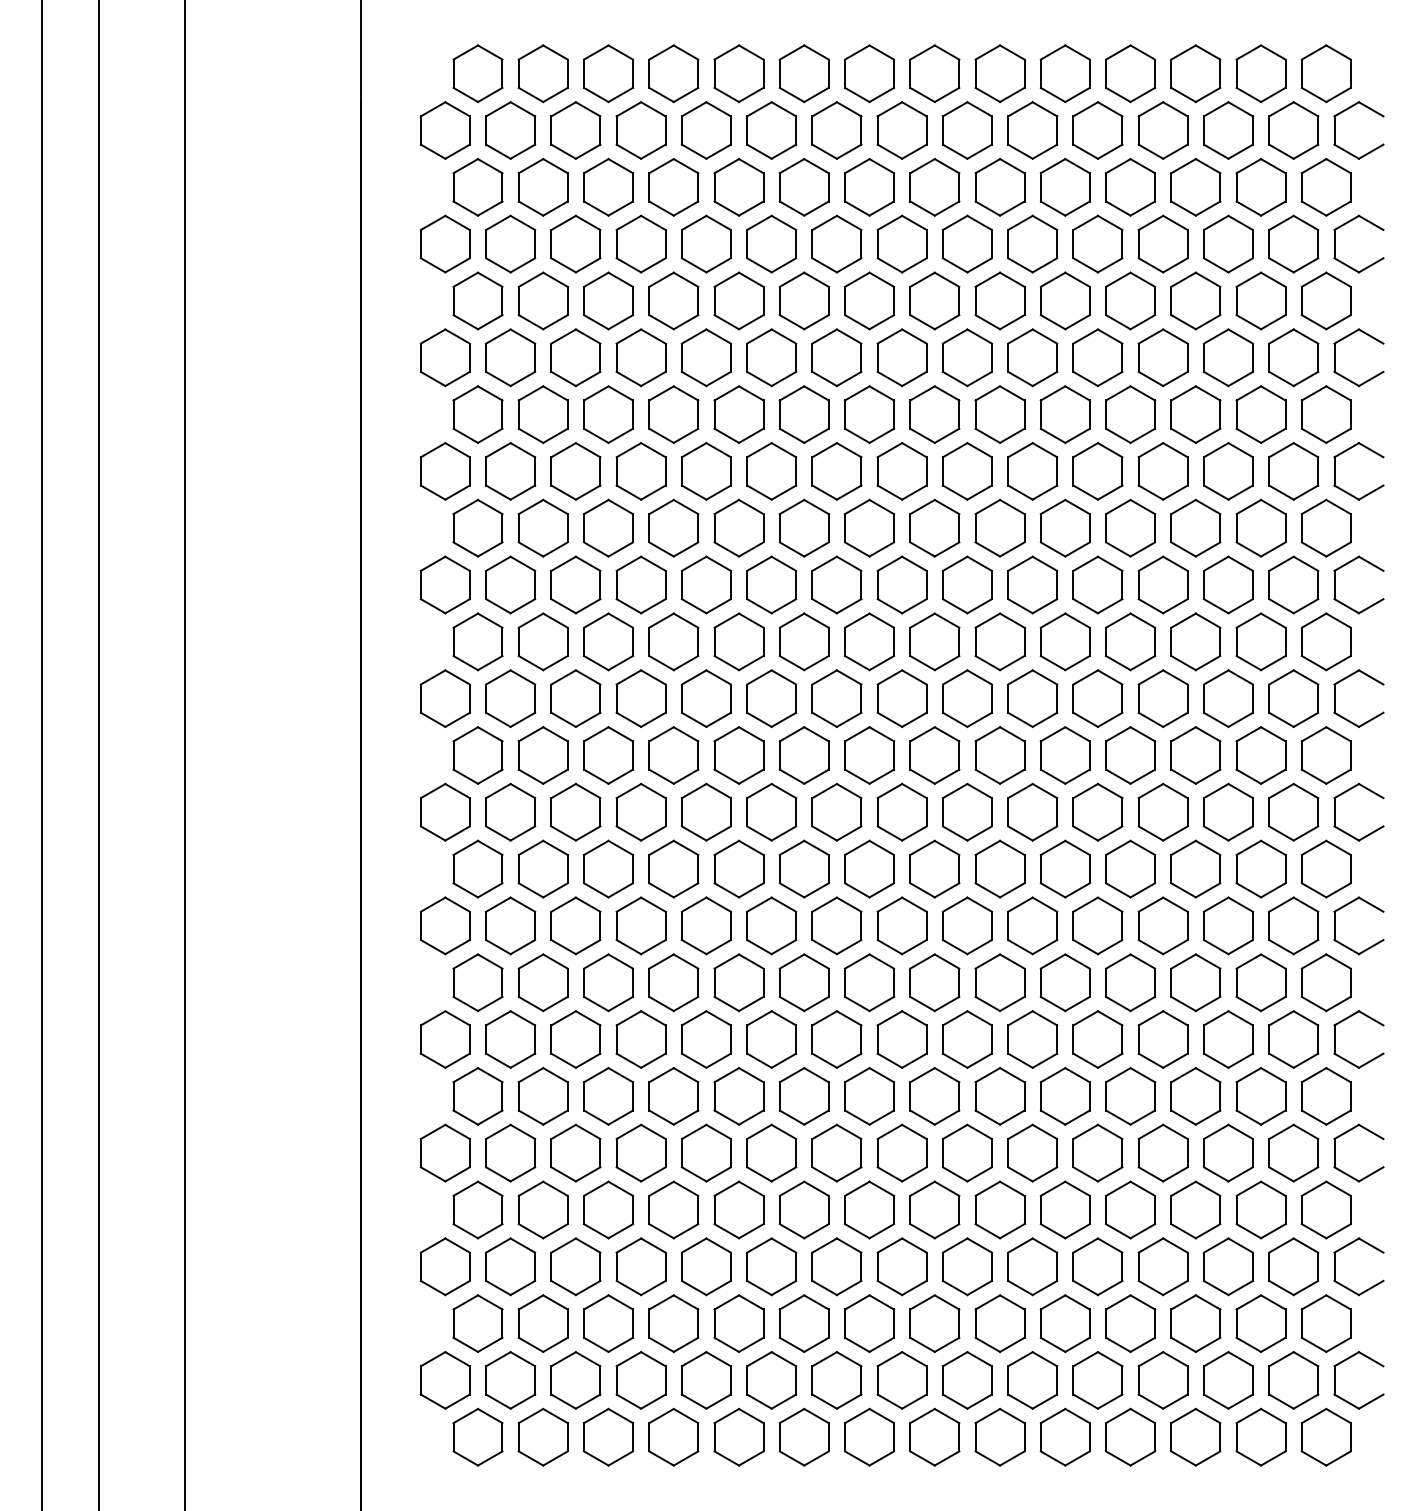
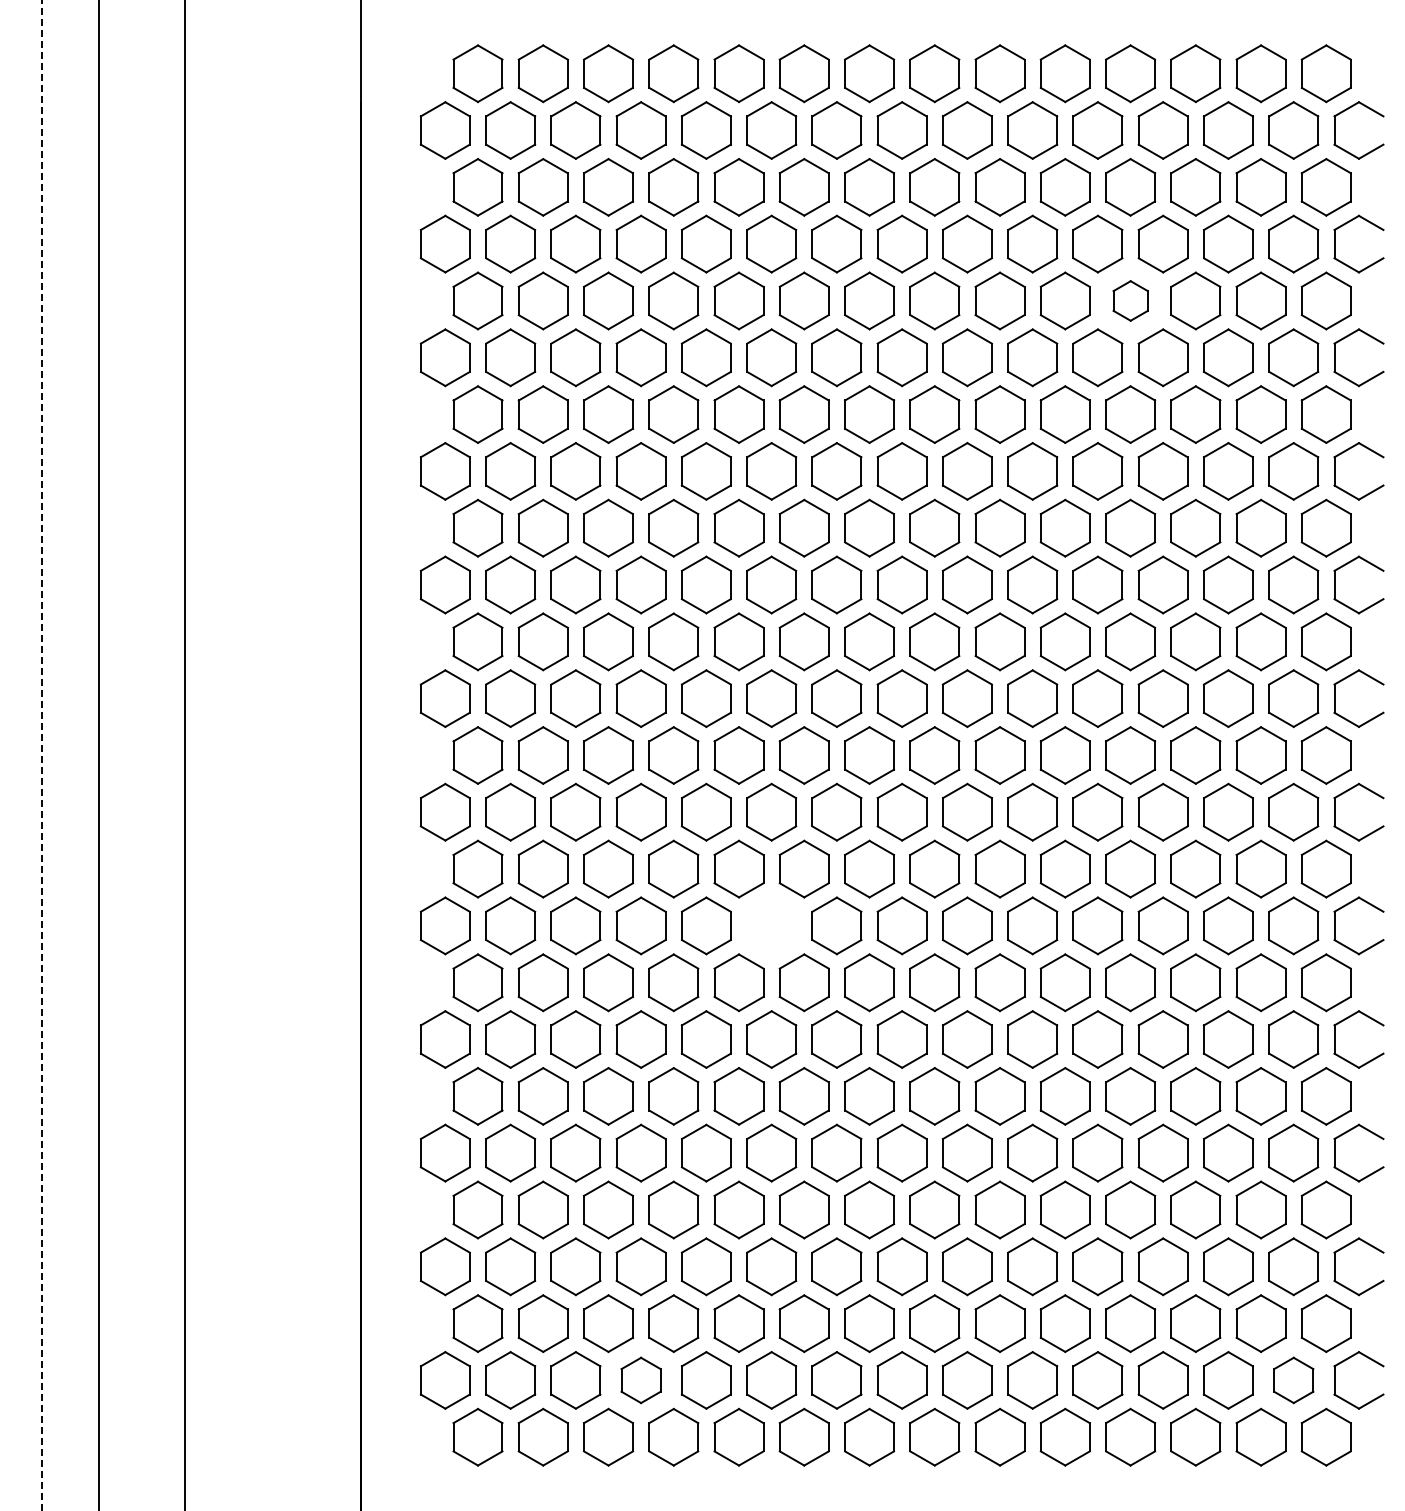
part at (1130, 300) size: 52x60 px -> 37x42 px
line at (41, 755): solid -> dashed
part at (771, 925): present -> none
part at (640, 1380) size: 52x59 px -> 42x49 px
part at (1293, 1380) size: 52x59 px -> 42x49 px
